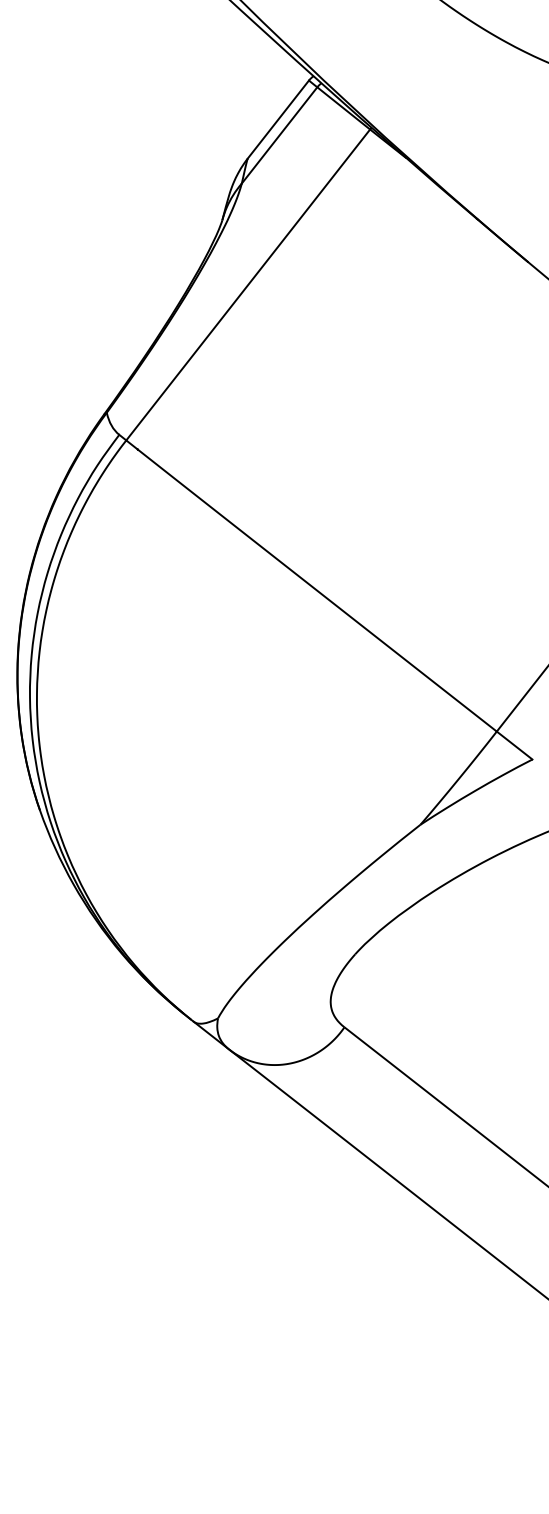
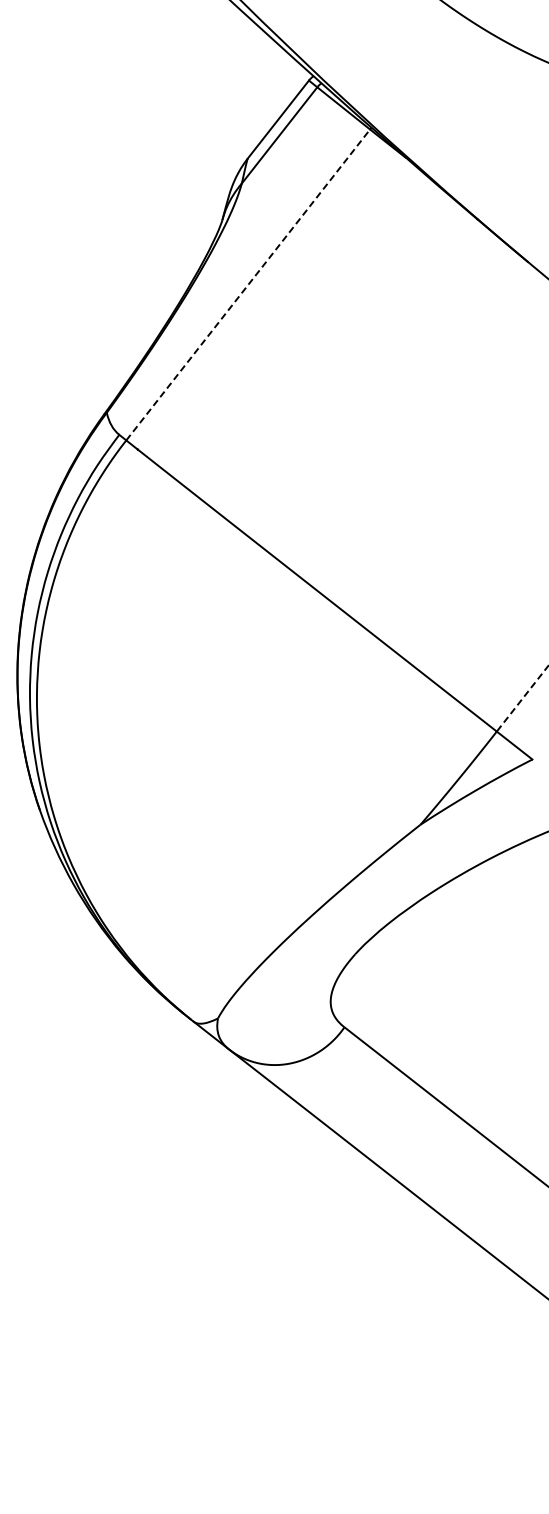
line at (248, 284): solid -> dashed
line at (522, 698): solid -> dashed
